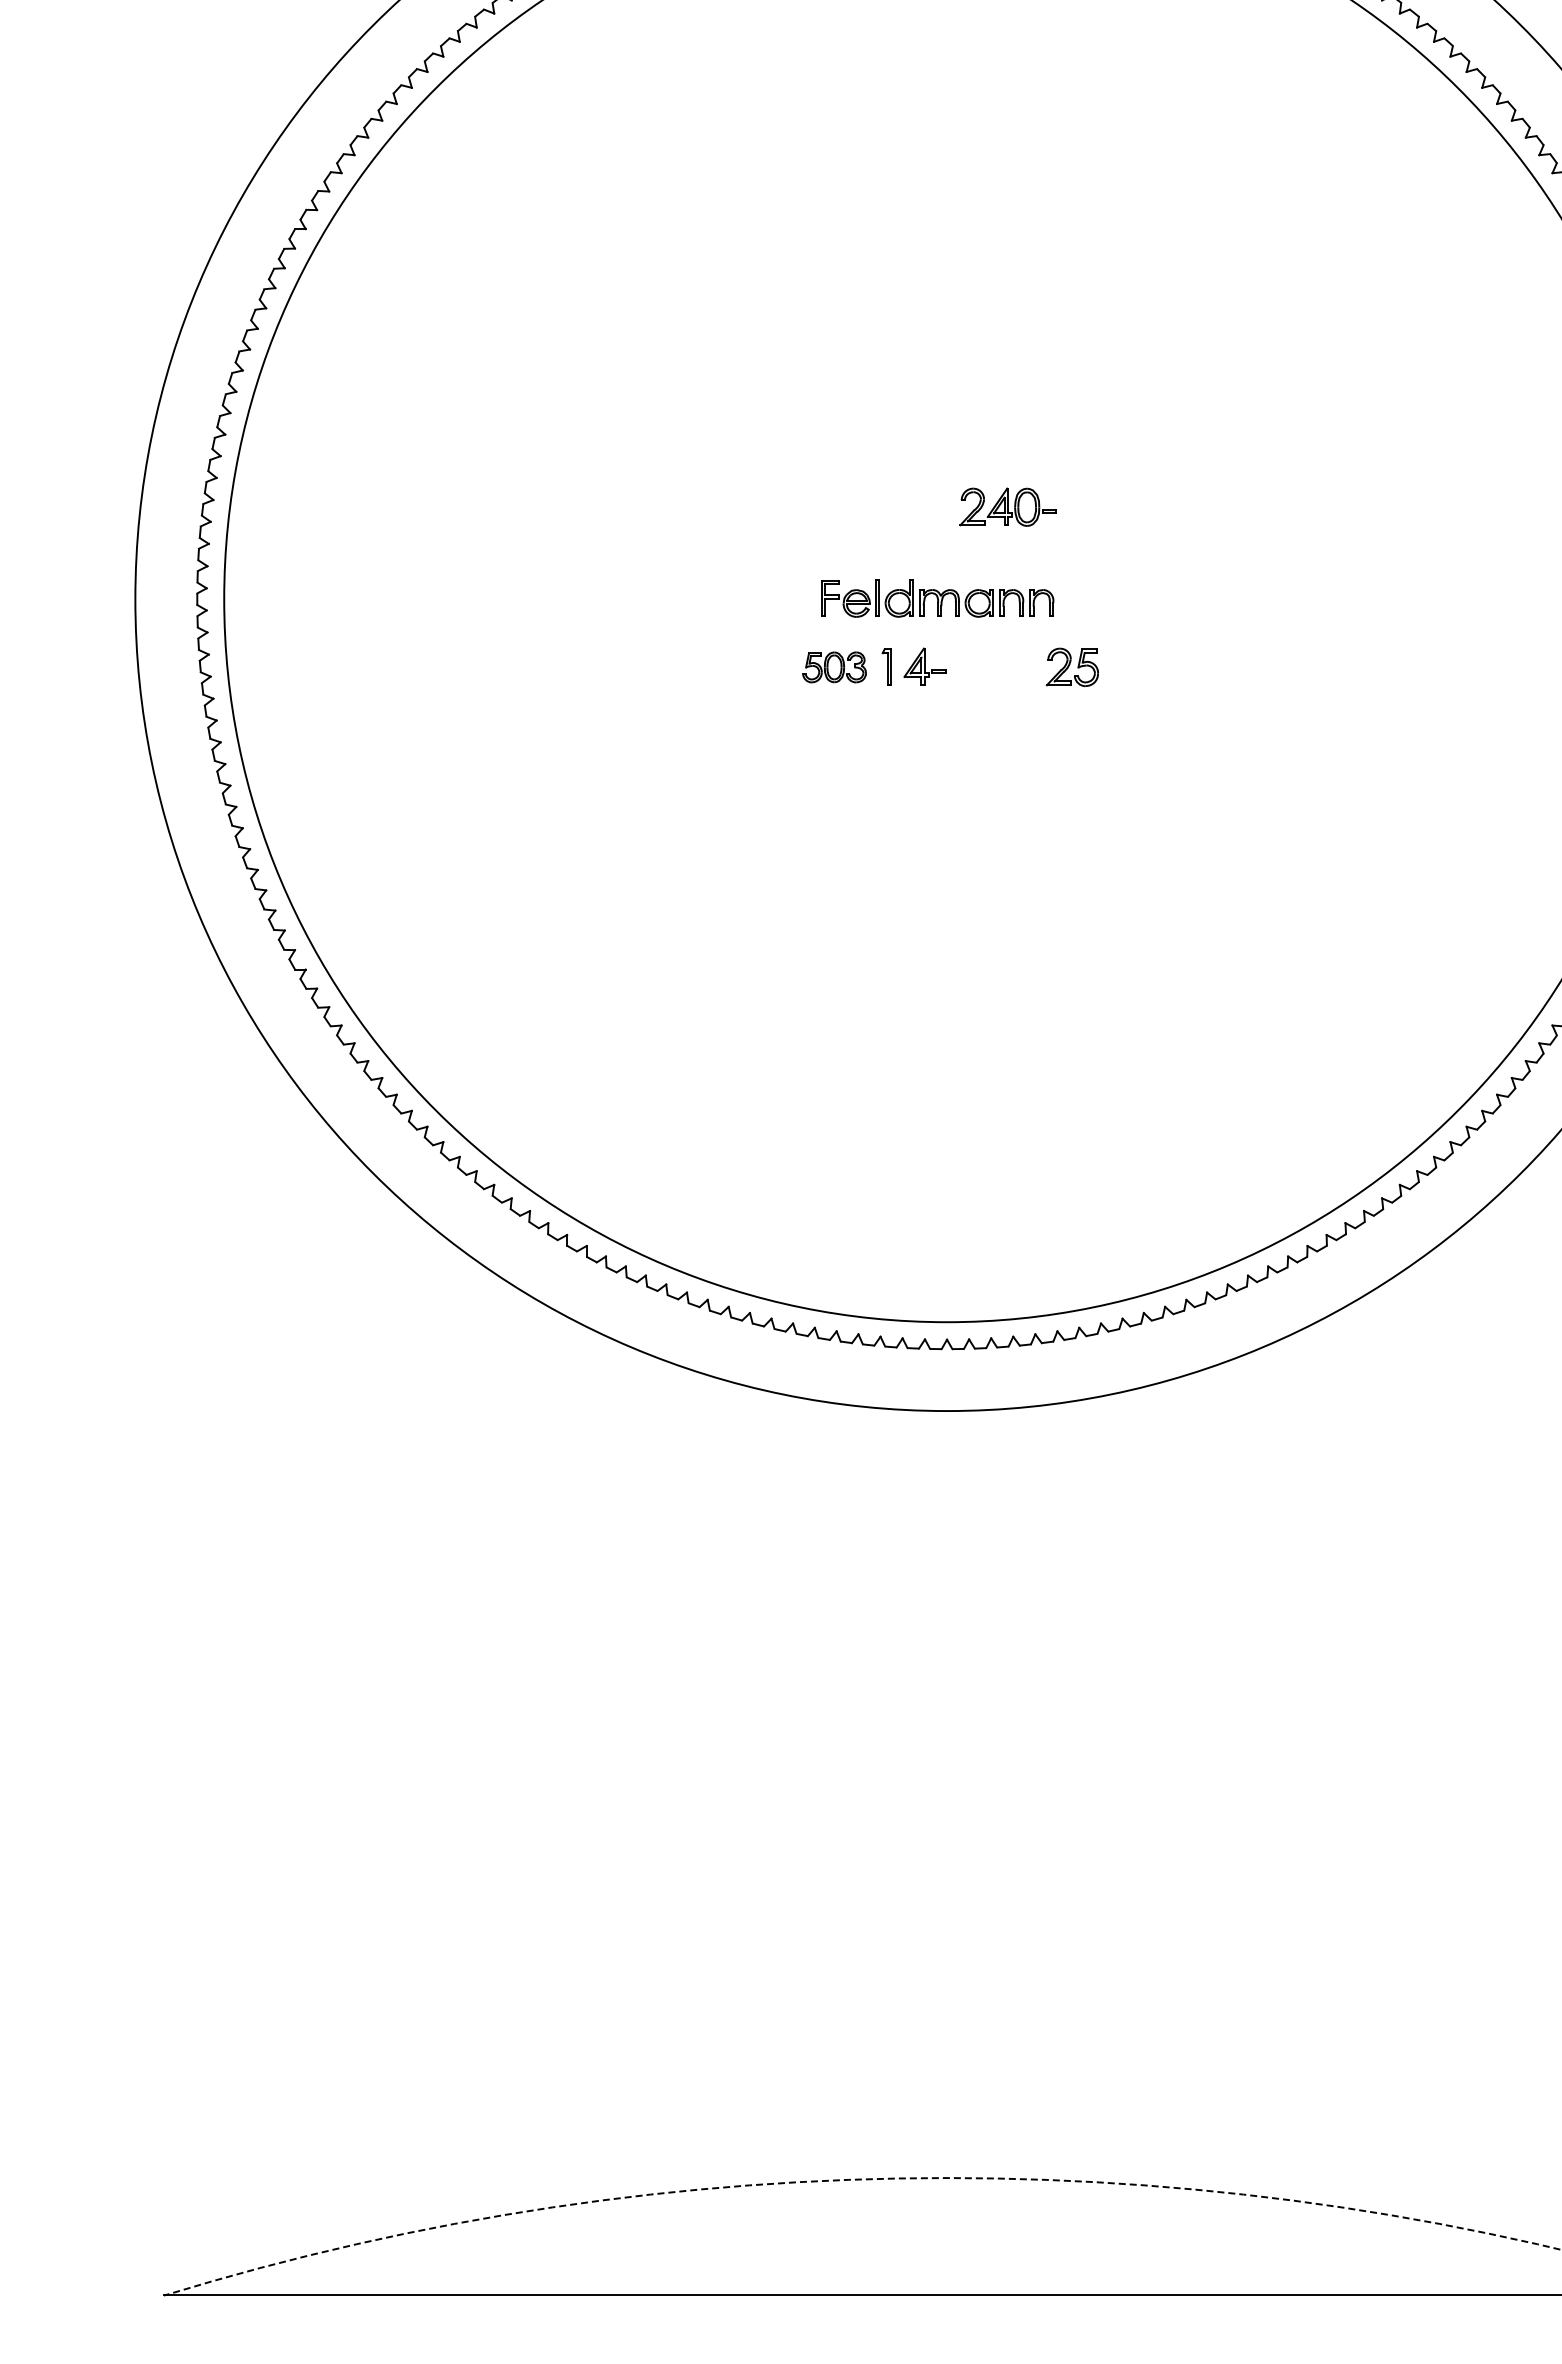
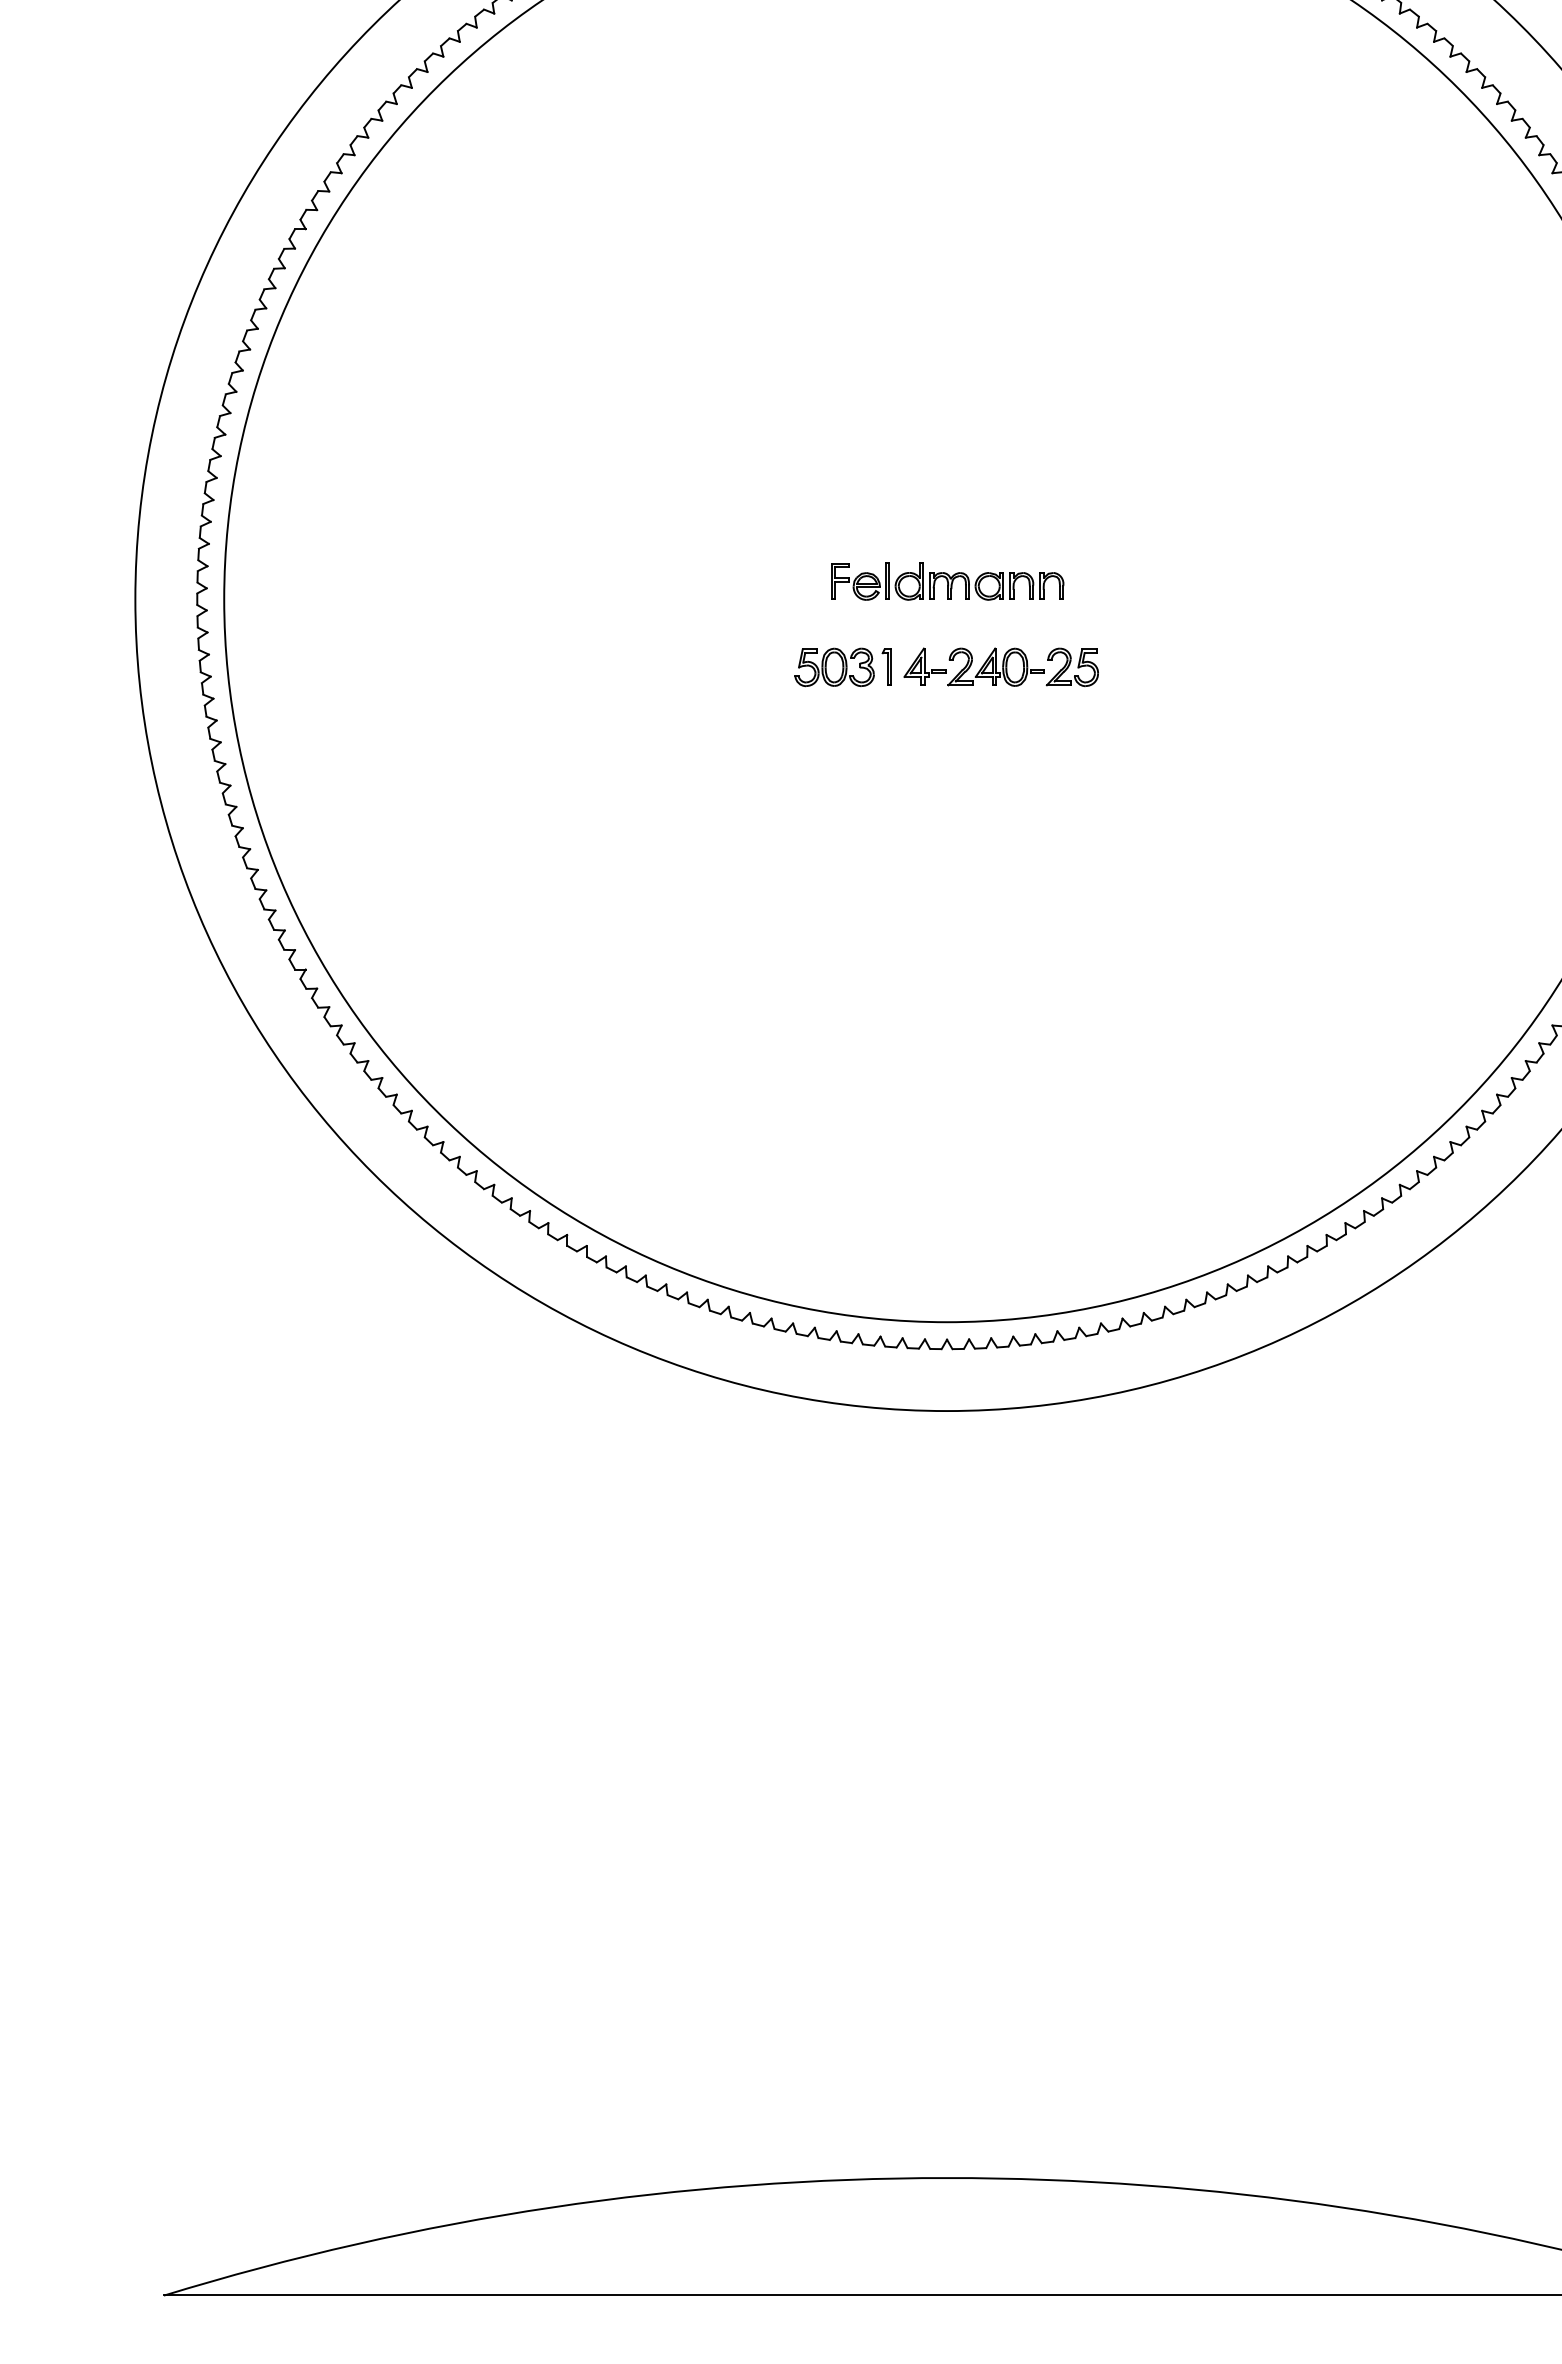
part at (1007, 506) position: (1007, 506) -> (995, 666)
part at (937, 598) position: (937, 598) -> (947, 581)
part at (834, 667) size: 65x33 px -> 81x41 px
arc at (859, 2179): dashed -> solid
